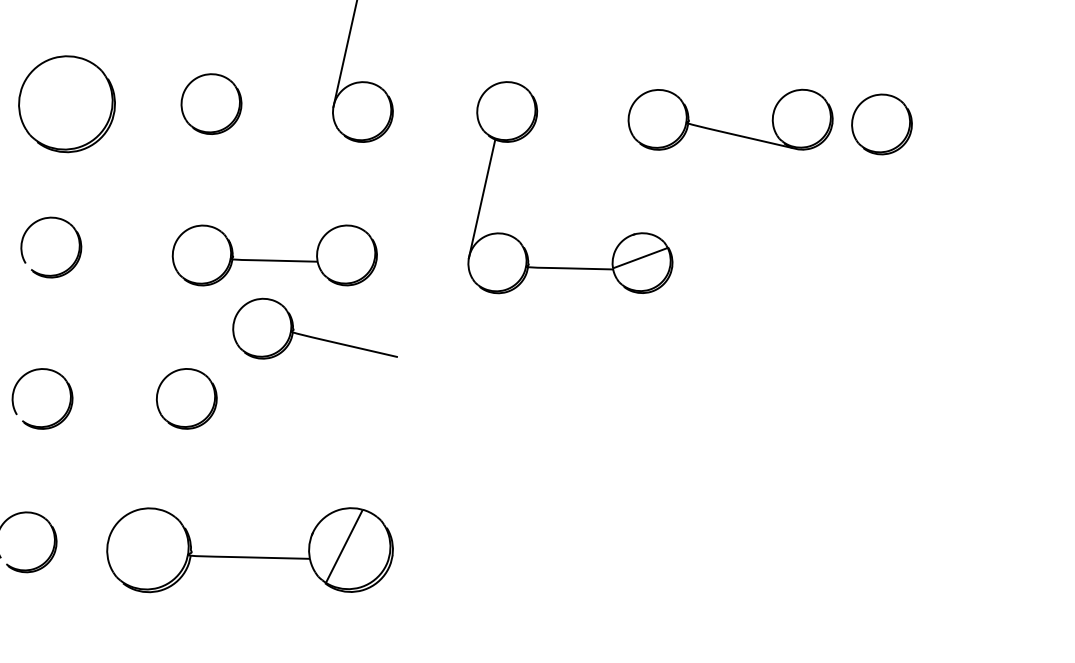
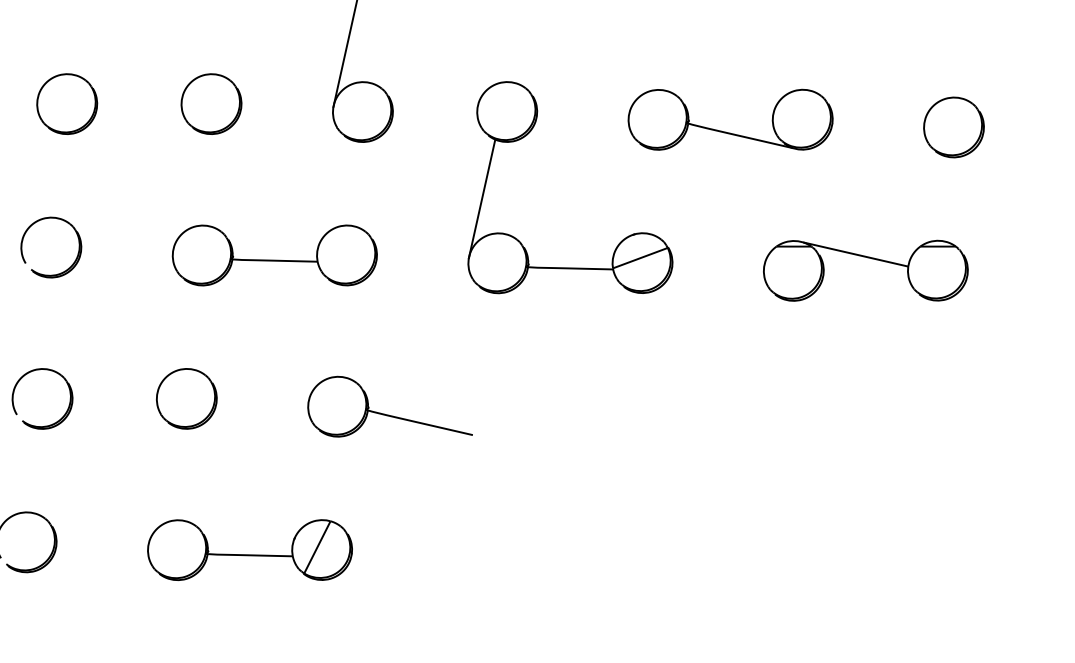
part at (66, 104) size: 98x99 px -> 63x62 px
part at (881, 124) position: (881, 124) -> (953, 127)
part at (867, 258): none -> present
part at (313, 336) position: (313, 336) -> (388, 414)
part at (249, 550) size: 288x87 px -> 206x62 px
